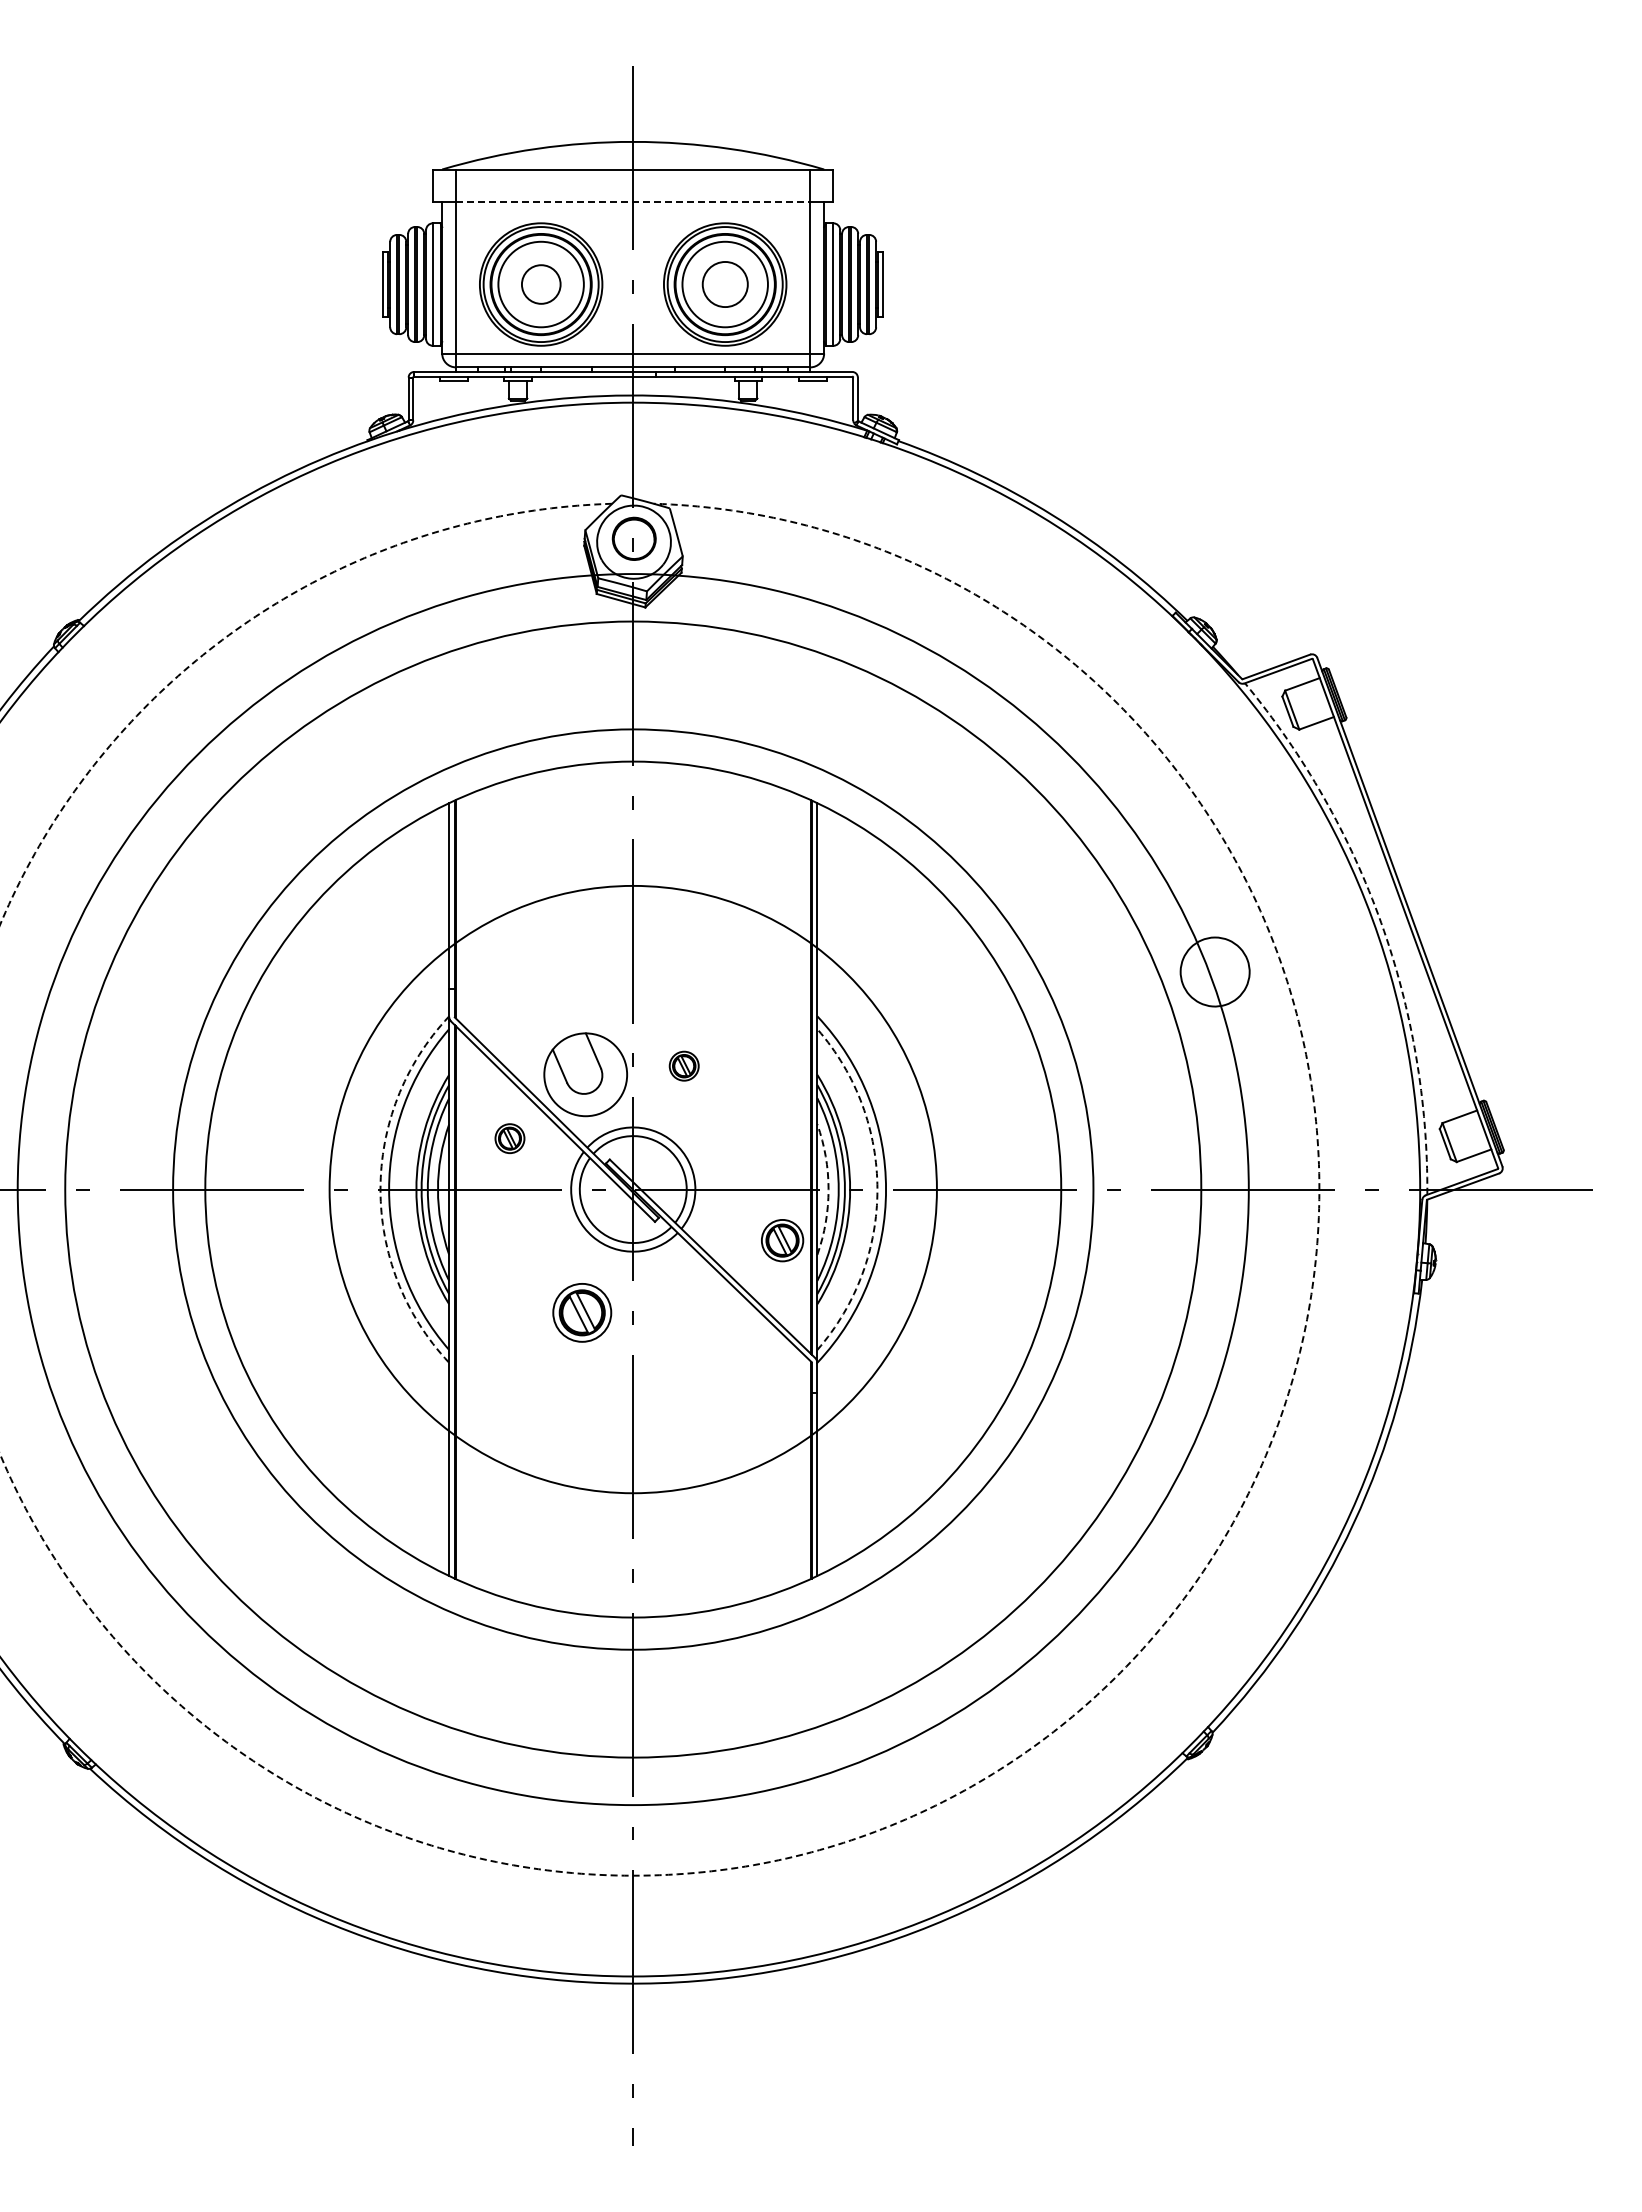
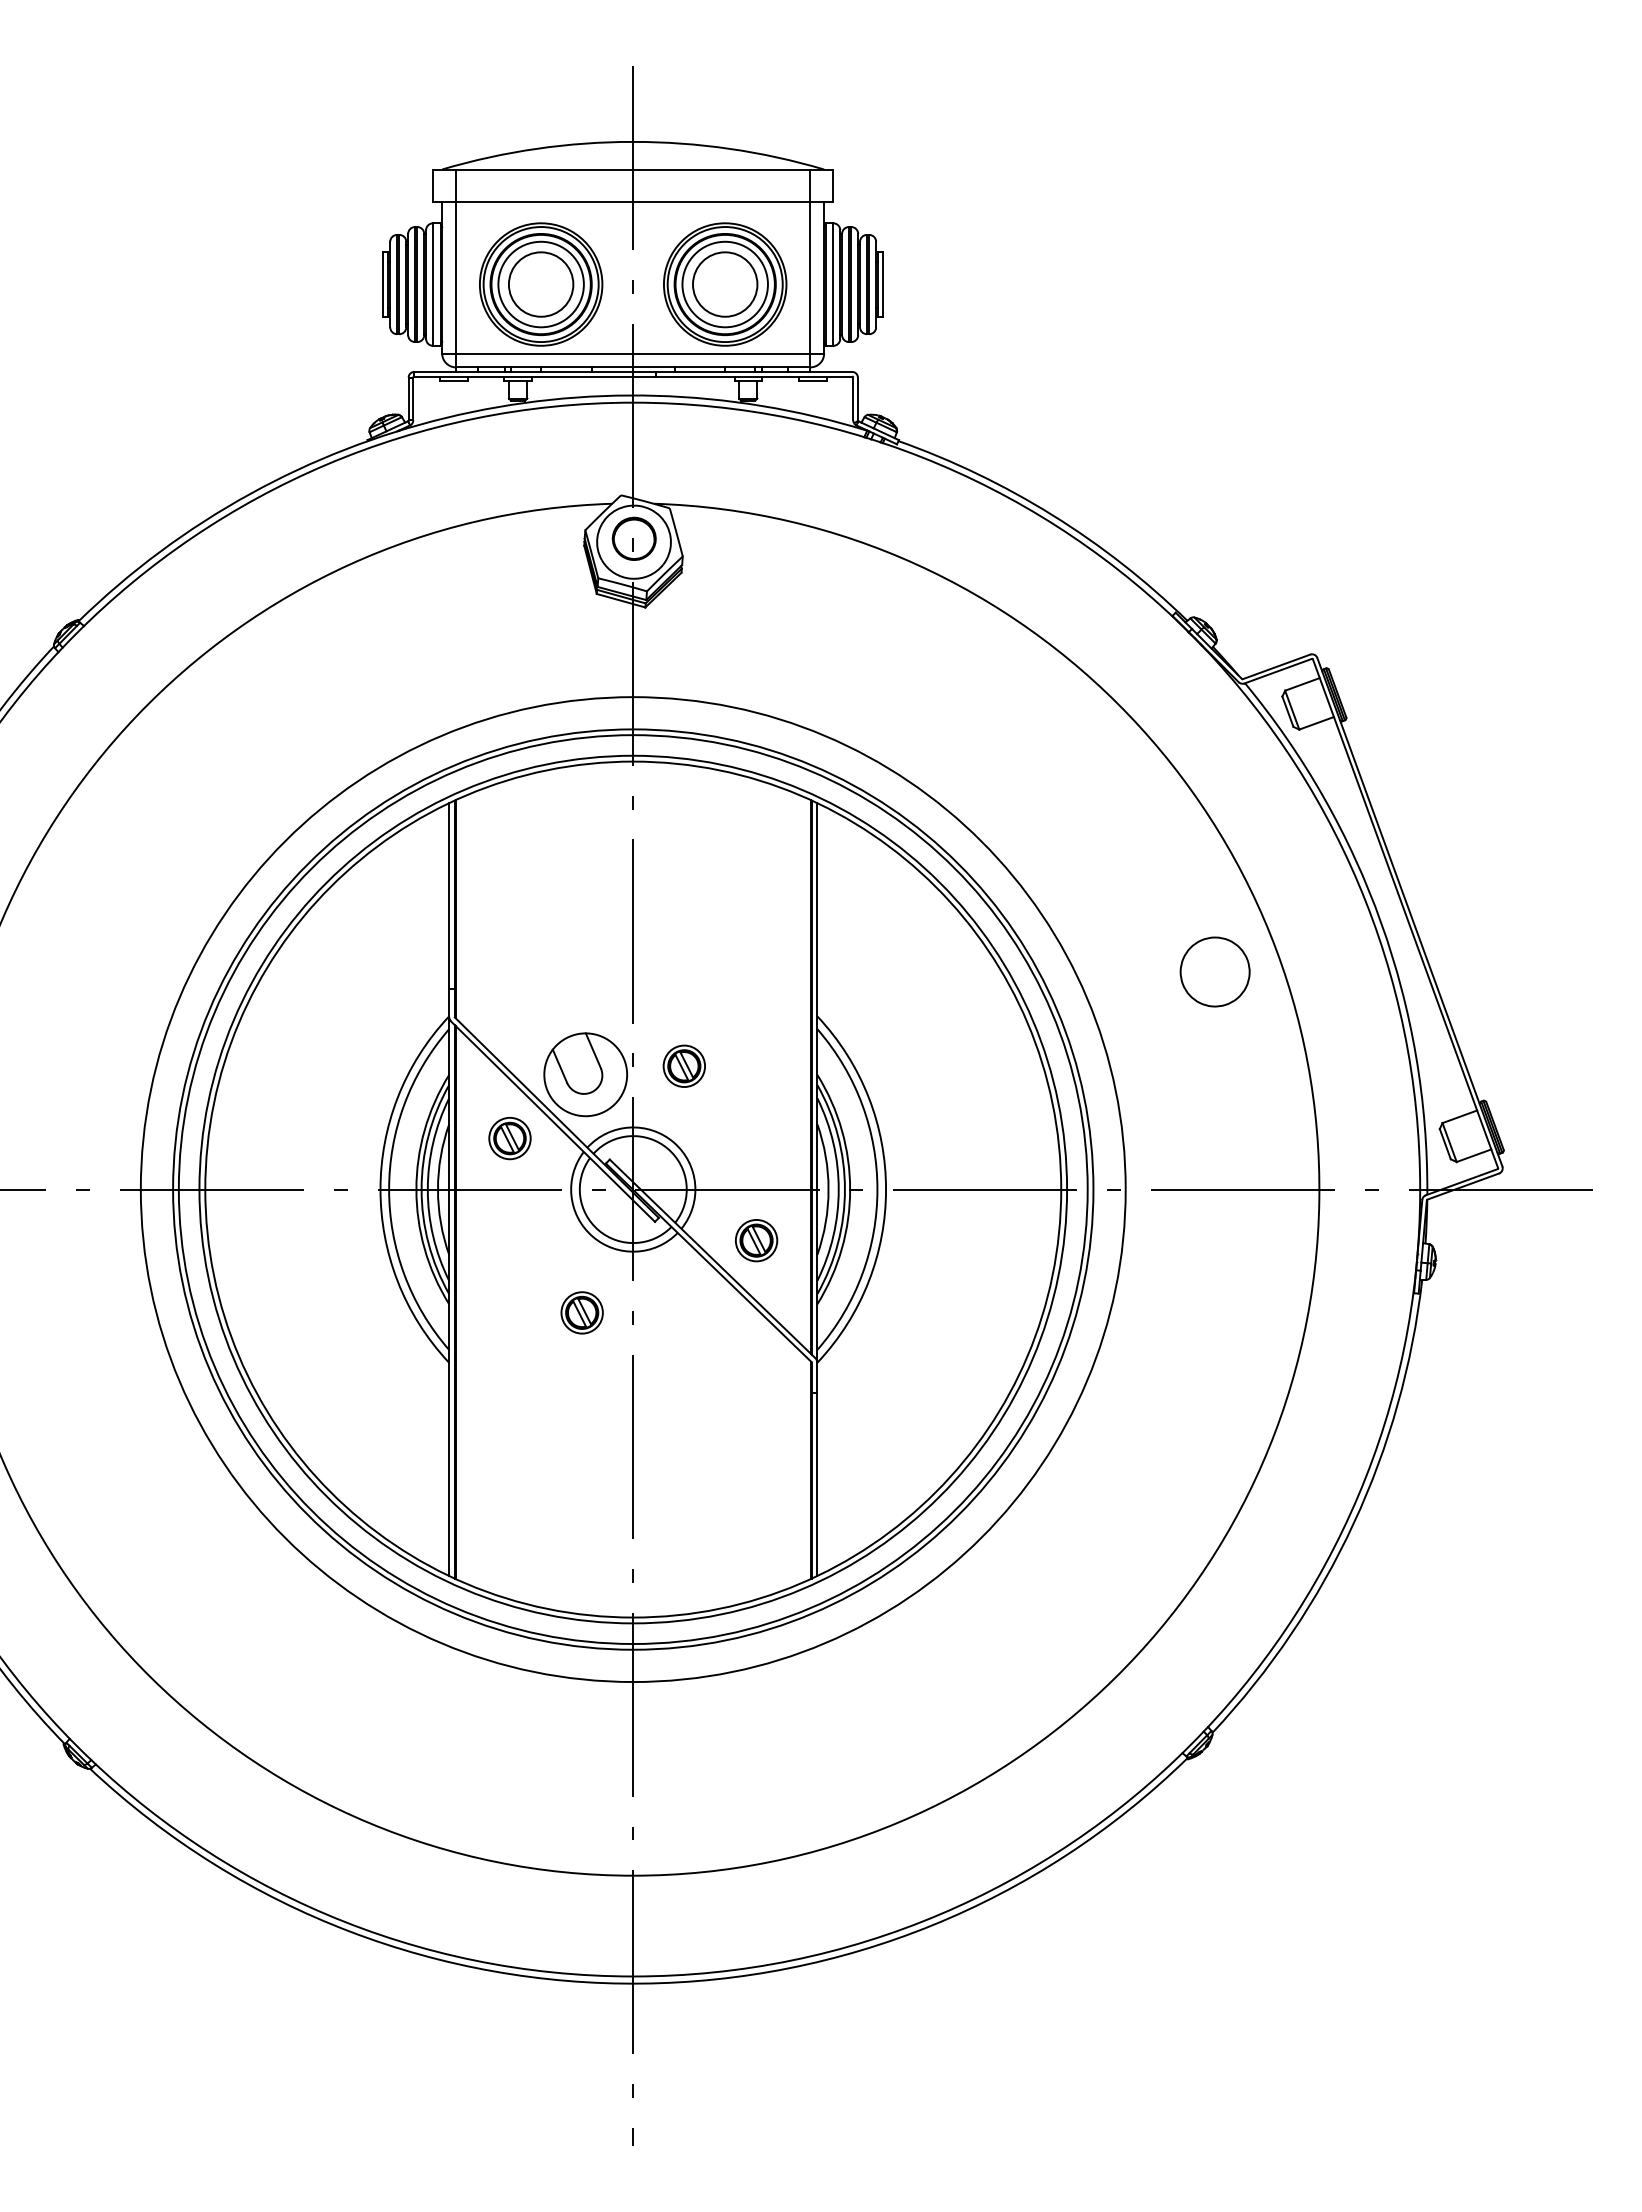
line at (633, 201): dashed -> solid
circle at (541, 284) size: 41x41 px -> 67x67 px
circle at (724, 284) size: 48x47 px -> 67x67 px
arc at (1381, 922): dashed -> solid
part at (683, 1065) size: 32x32 px -> 44x44 px
part at (509, 1138) size: 32x32 px -> 44x44 px
arc at (380, 1189): dashed -> solid
circle at (632, 1189) diameter: 1231 px -> 985 px
circle at (632, 1189) diameter: 607 px -> 868 px
circle at (633, 1189) diameter: 1136 px -> 909 px
arc at (828, 1189): dashed -> solid
arc at (877, 1189): dashed -> solid
part at (782, 1240) position: (782, 1240) -> (756, 1240)
part at (582, 1312) size: 61x60 px -> 44x44 px
arc at (898, 1822): dashed -> solid
